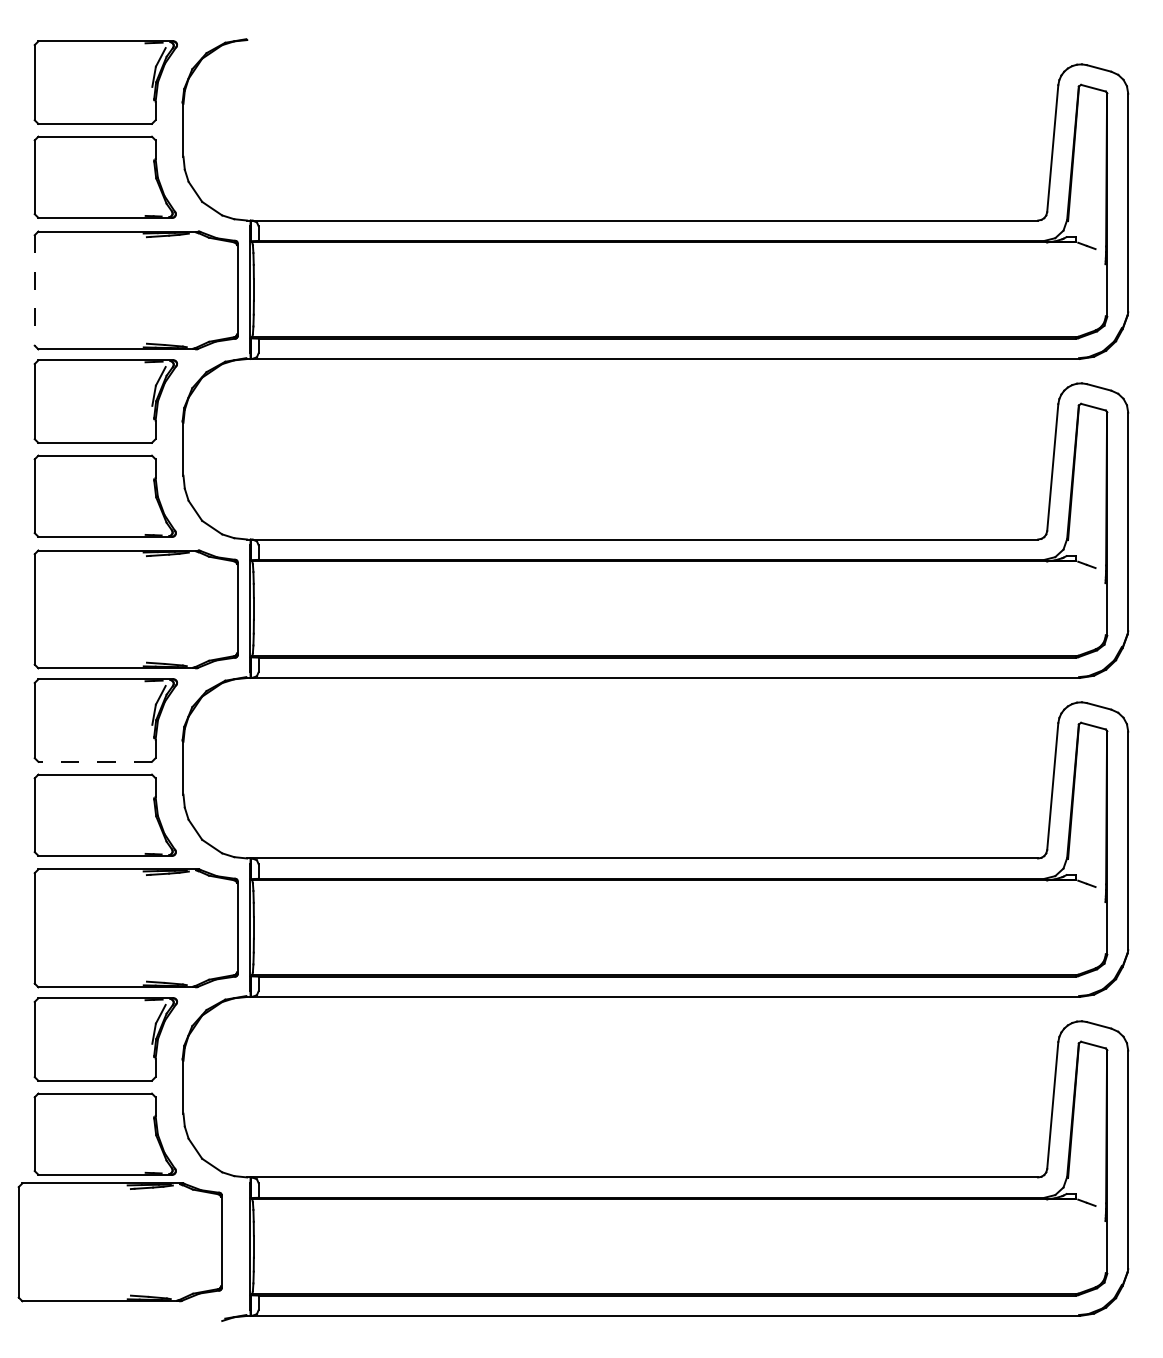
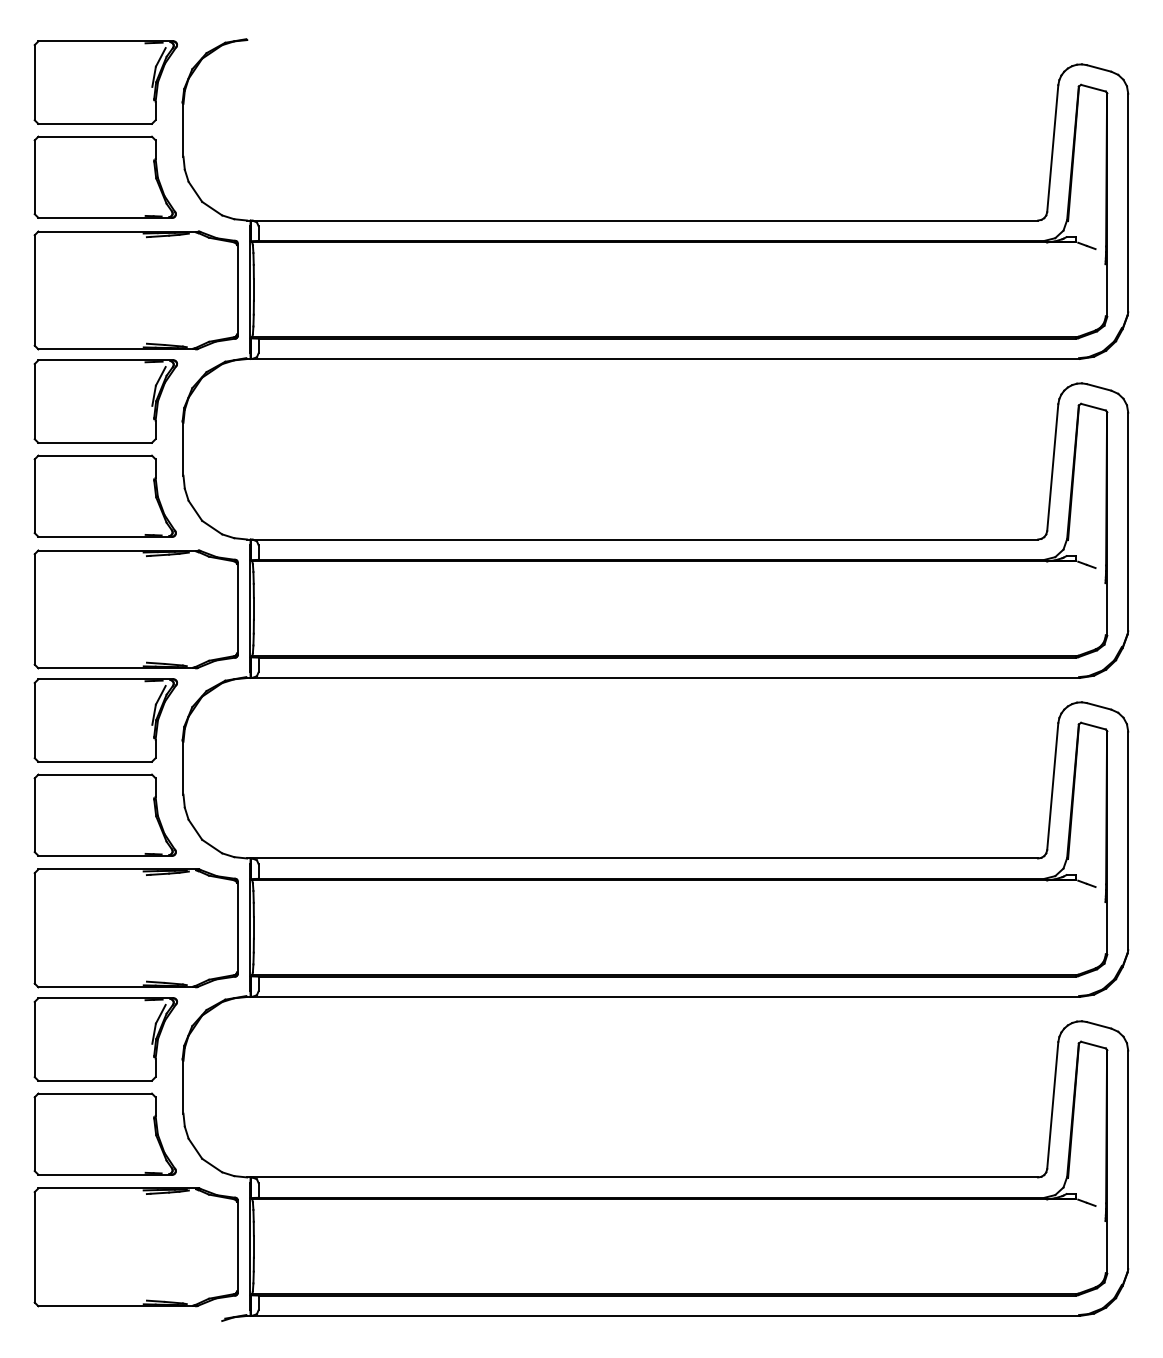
line at (34, 290): dashed -> solid
line at (95, 761): dashed -> solid
part at (119, 1242) position: (119, 1242) -> (135, 1247)
